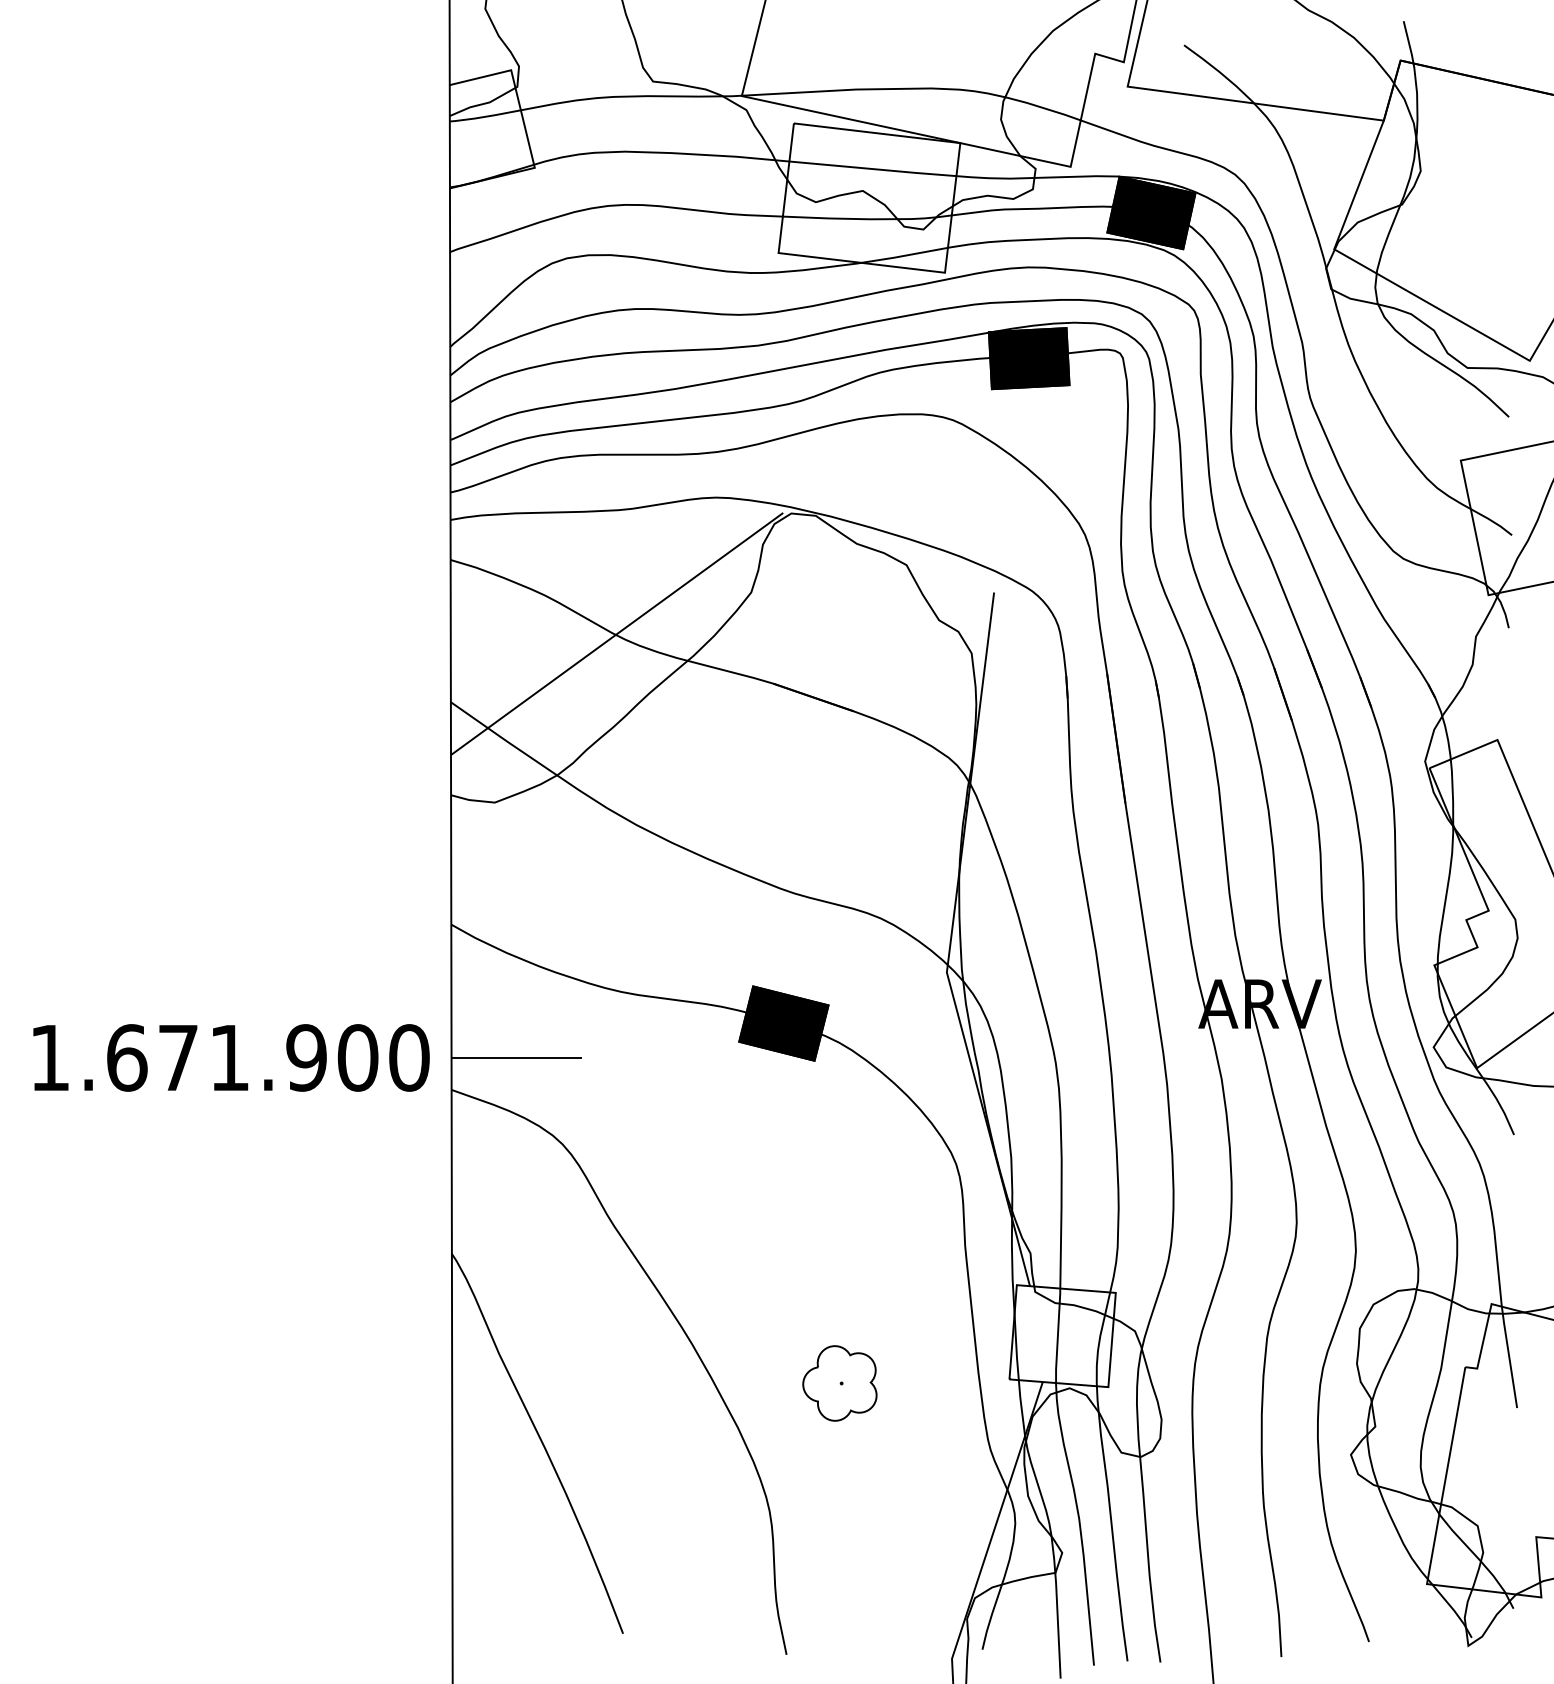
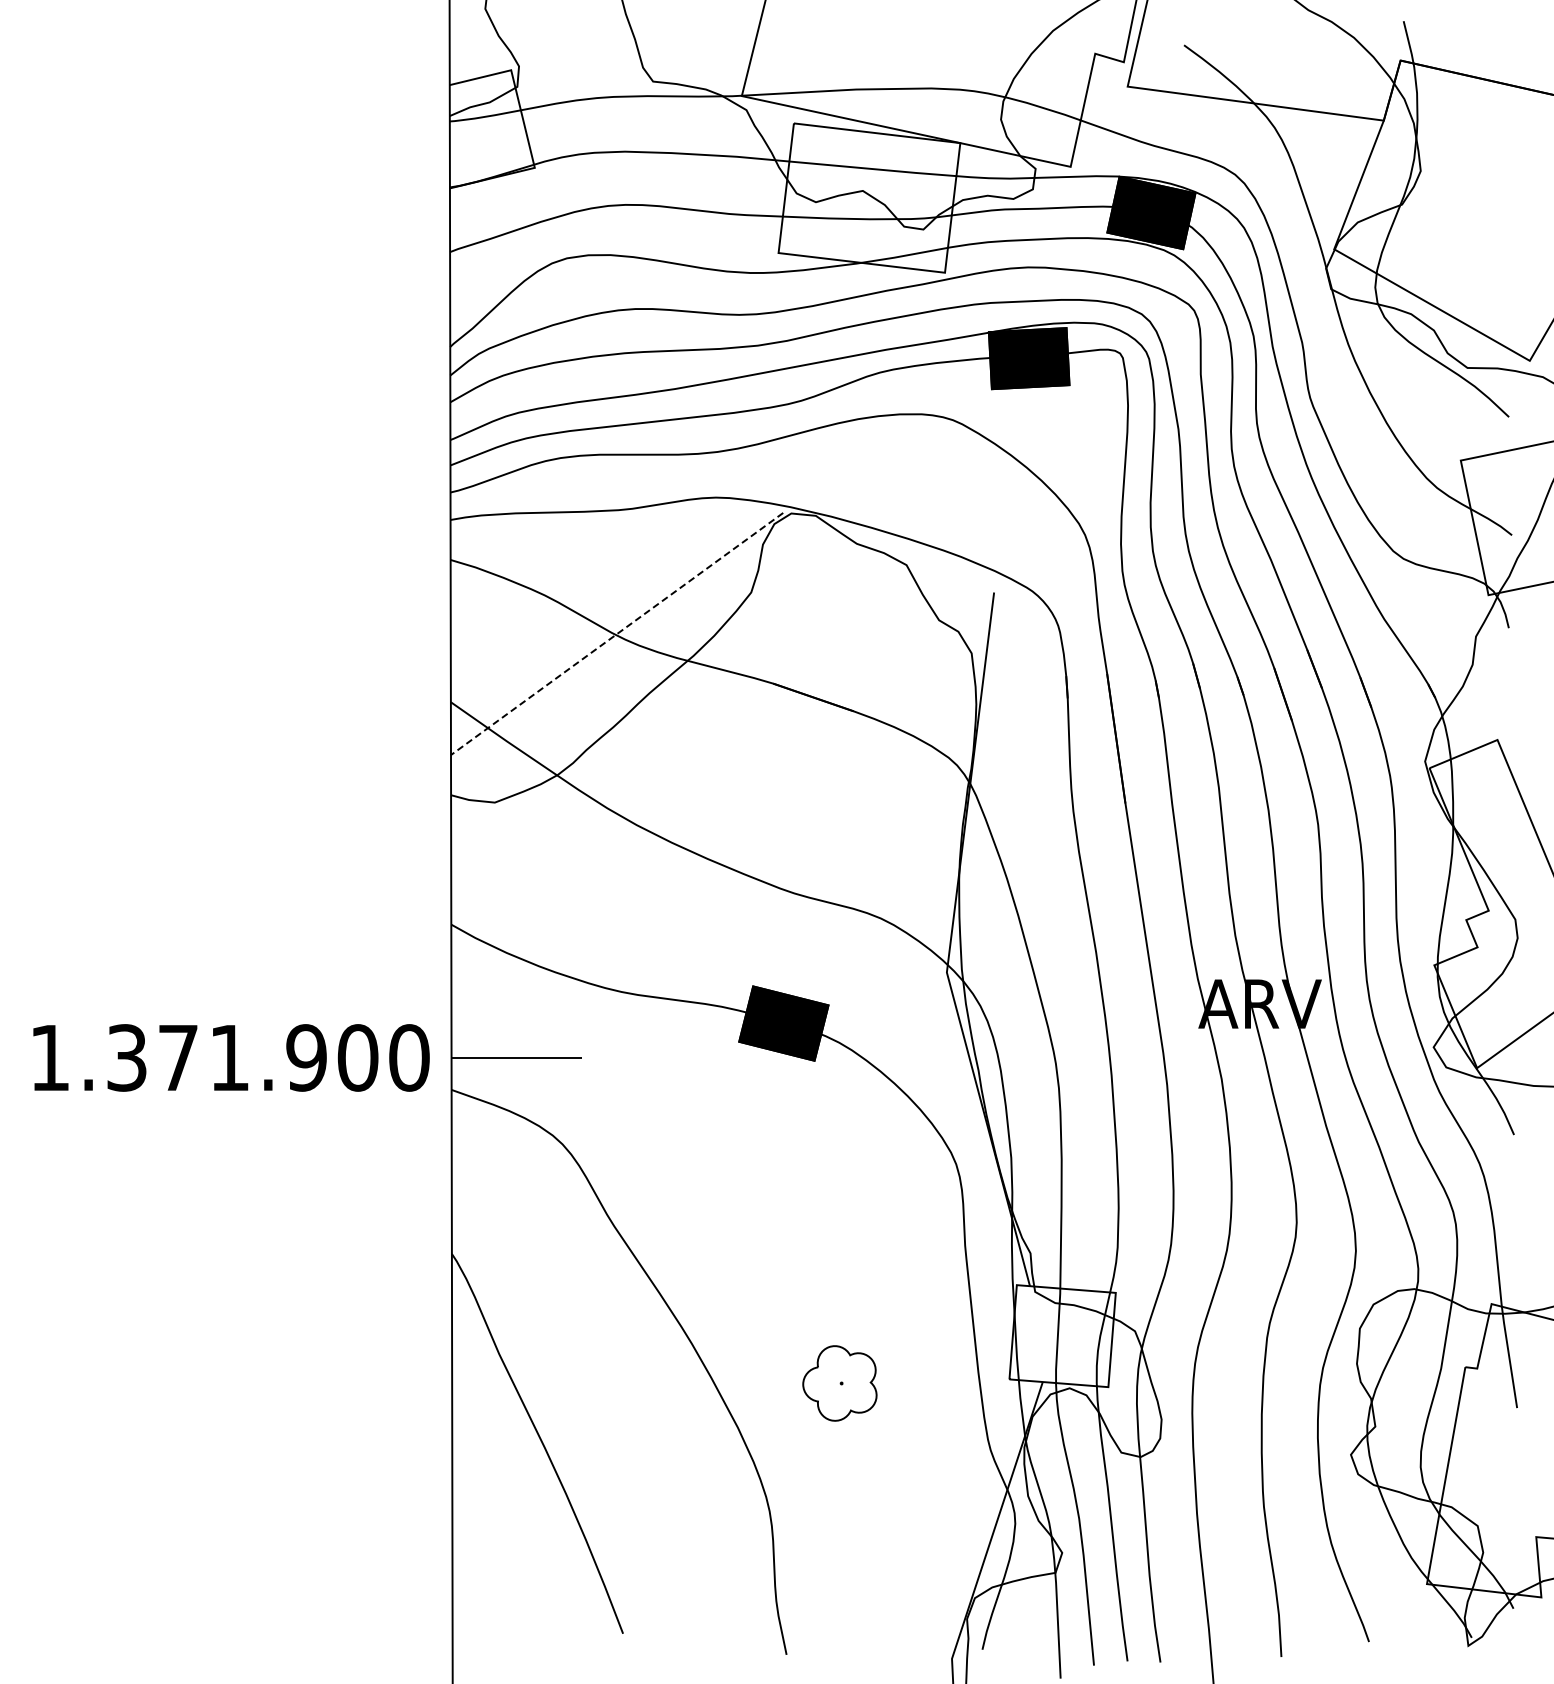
line at (617, 634): solid -> dashed
text at (127, 1057): 1.671.900 -> 1.371.900
